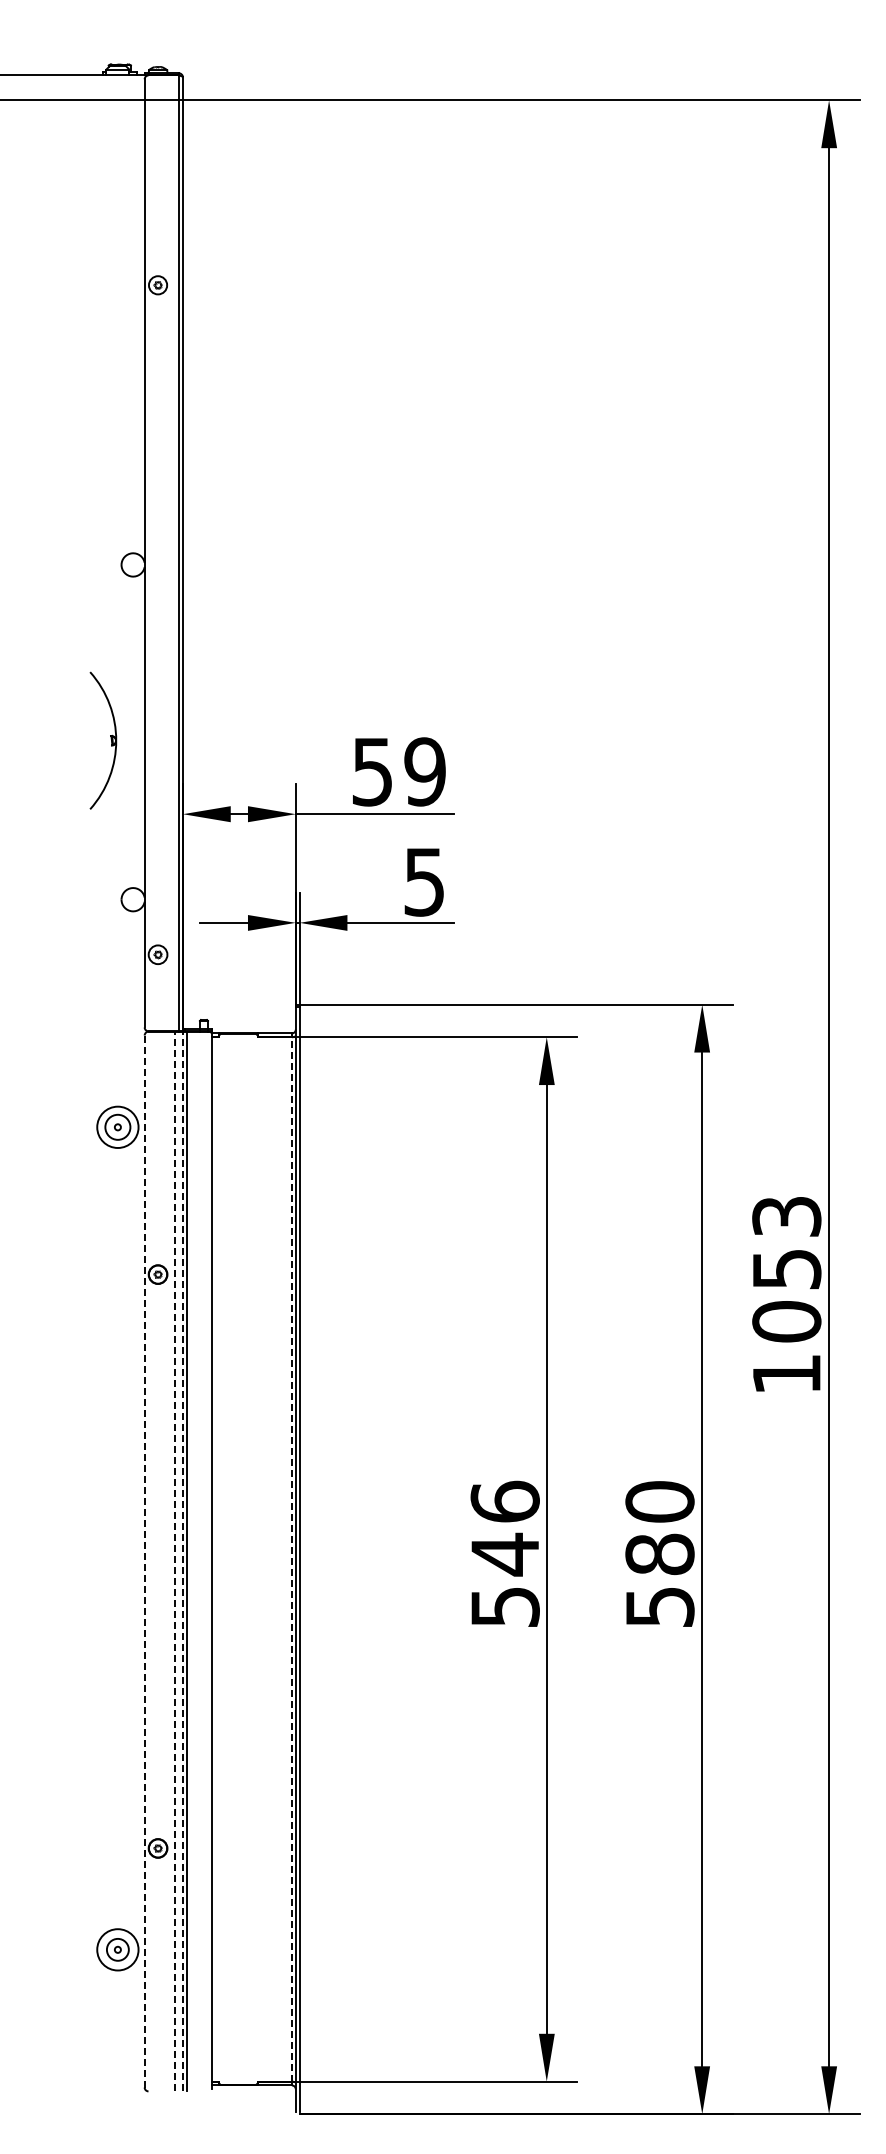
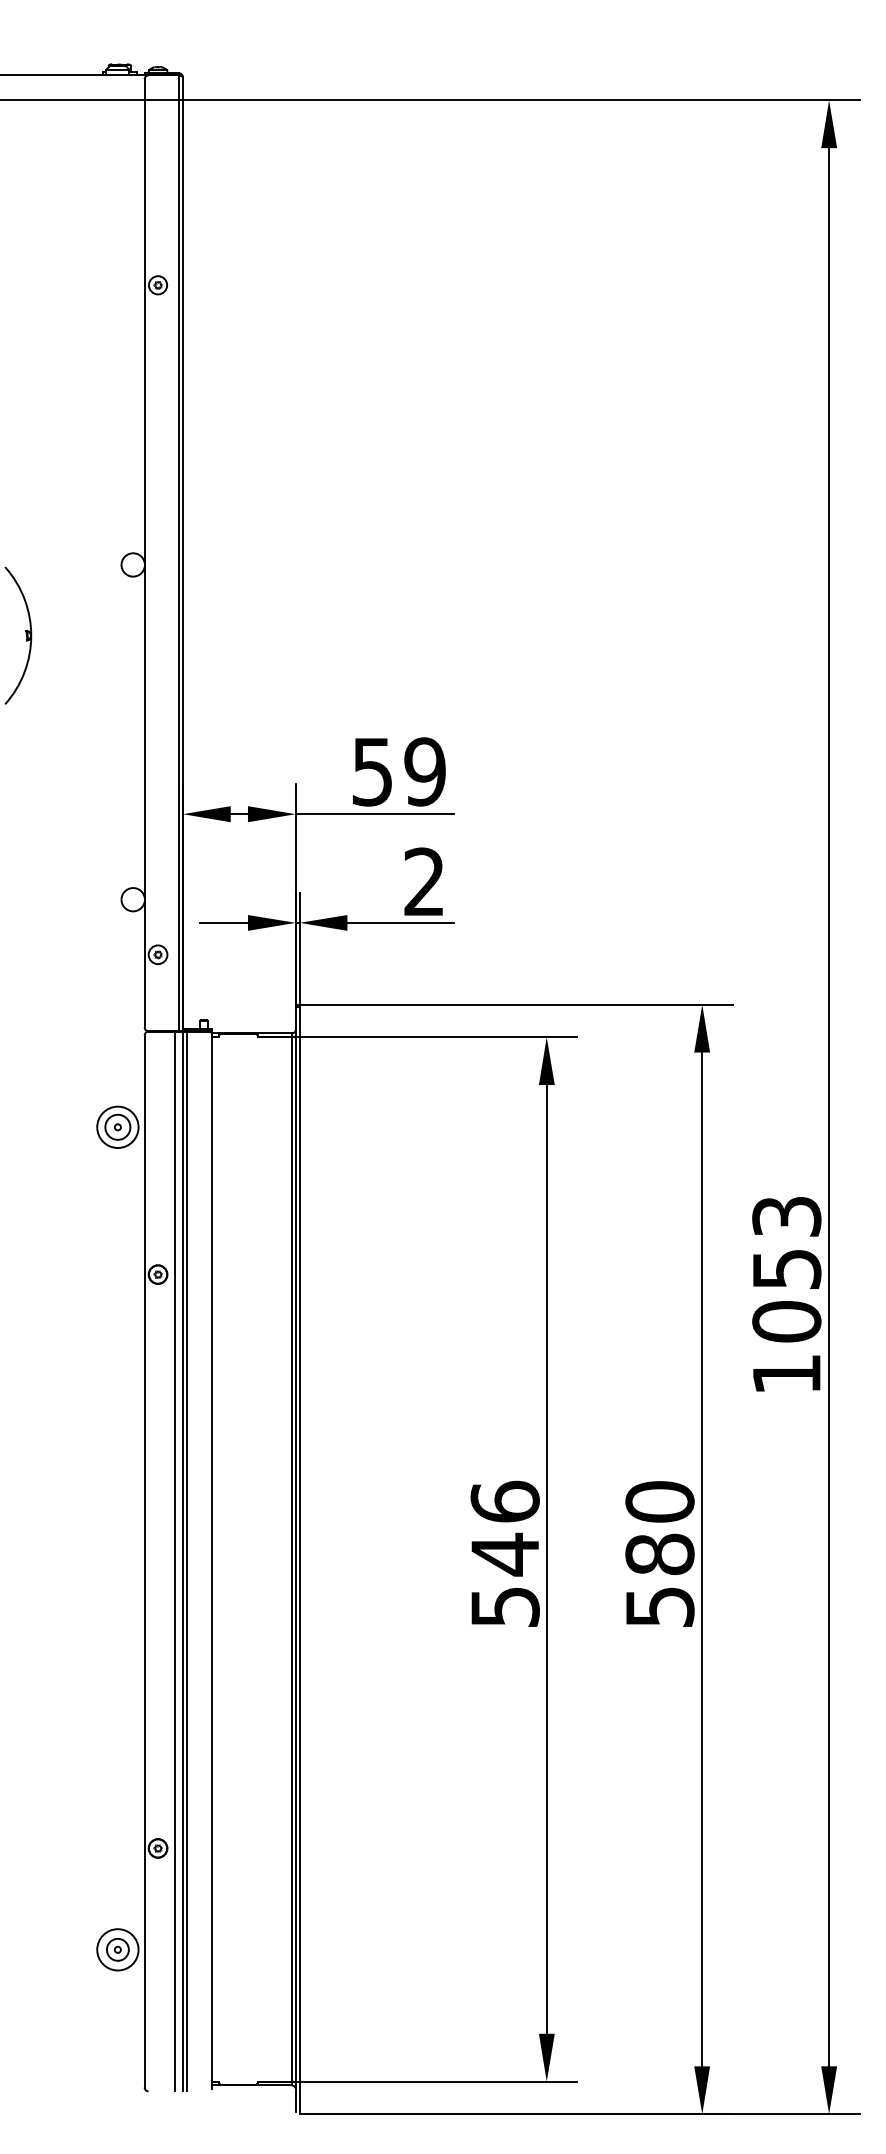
part at (110, 739) position: (110, 739) -> (25, 634)
text at (423, 881): 5 -> 2
line at (291, 1558): dashed -> solid
line at (144, 1561): dashed -> solid
line at (175, 1561): dashed -> solid
line at (182, 1561): dashed -> solid
